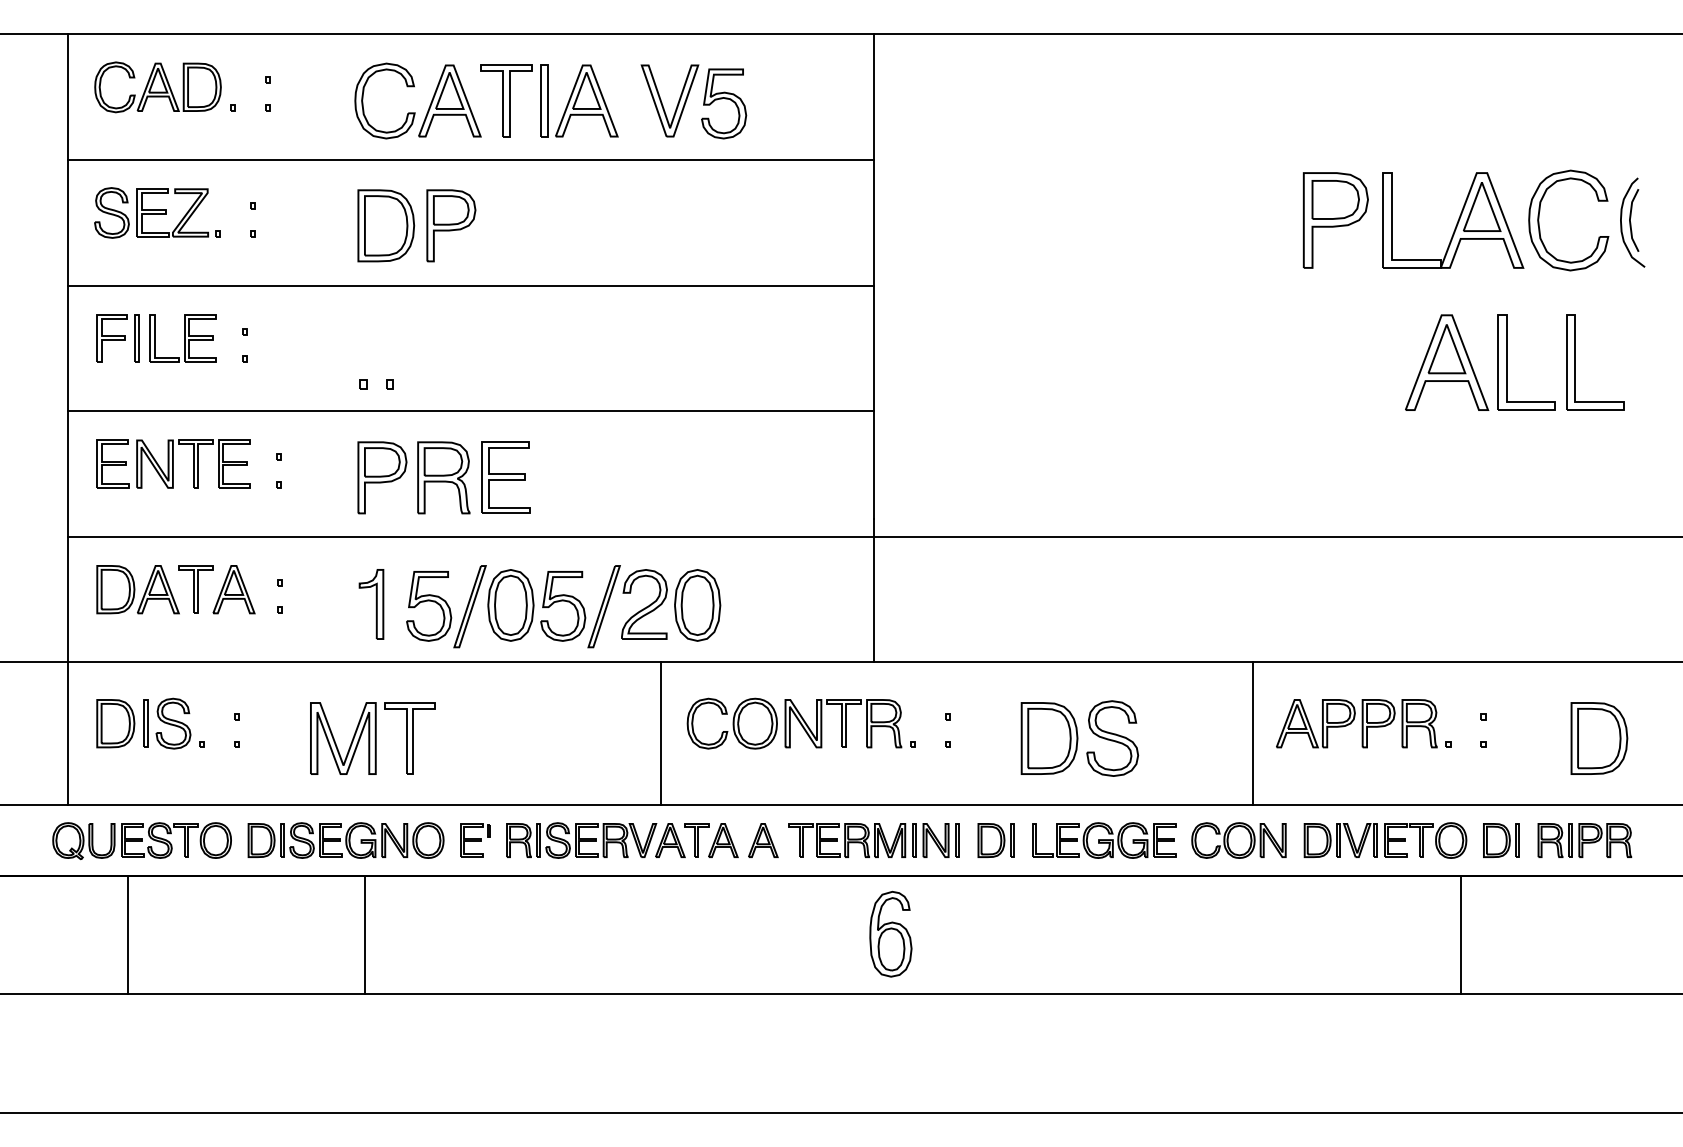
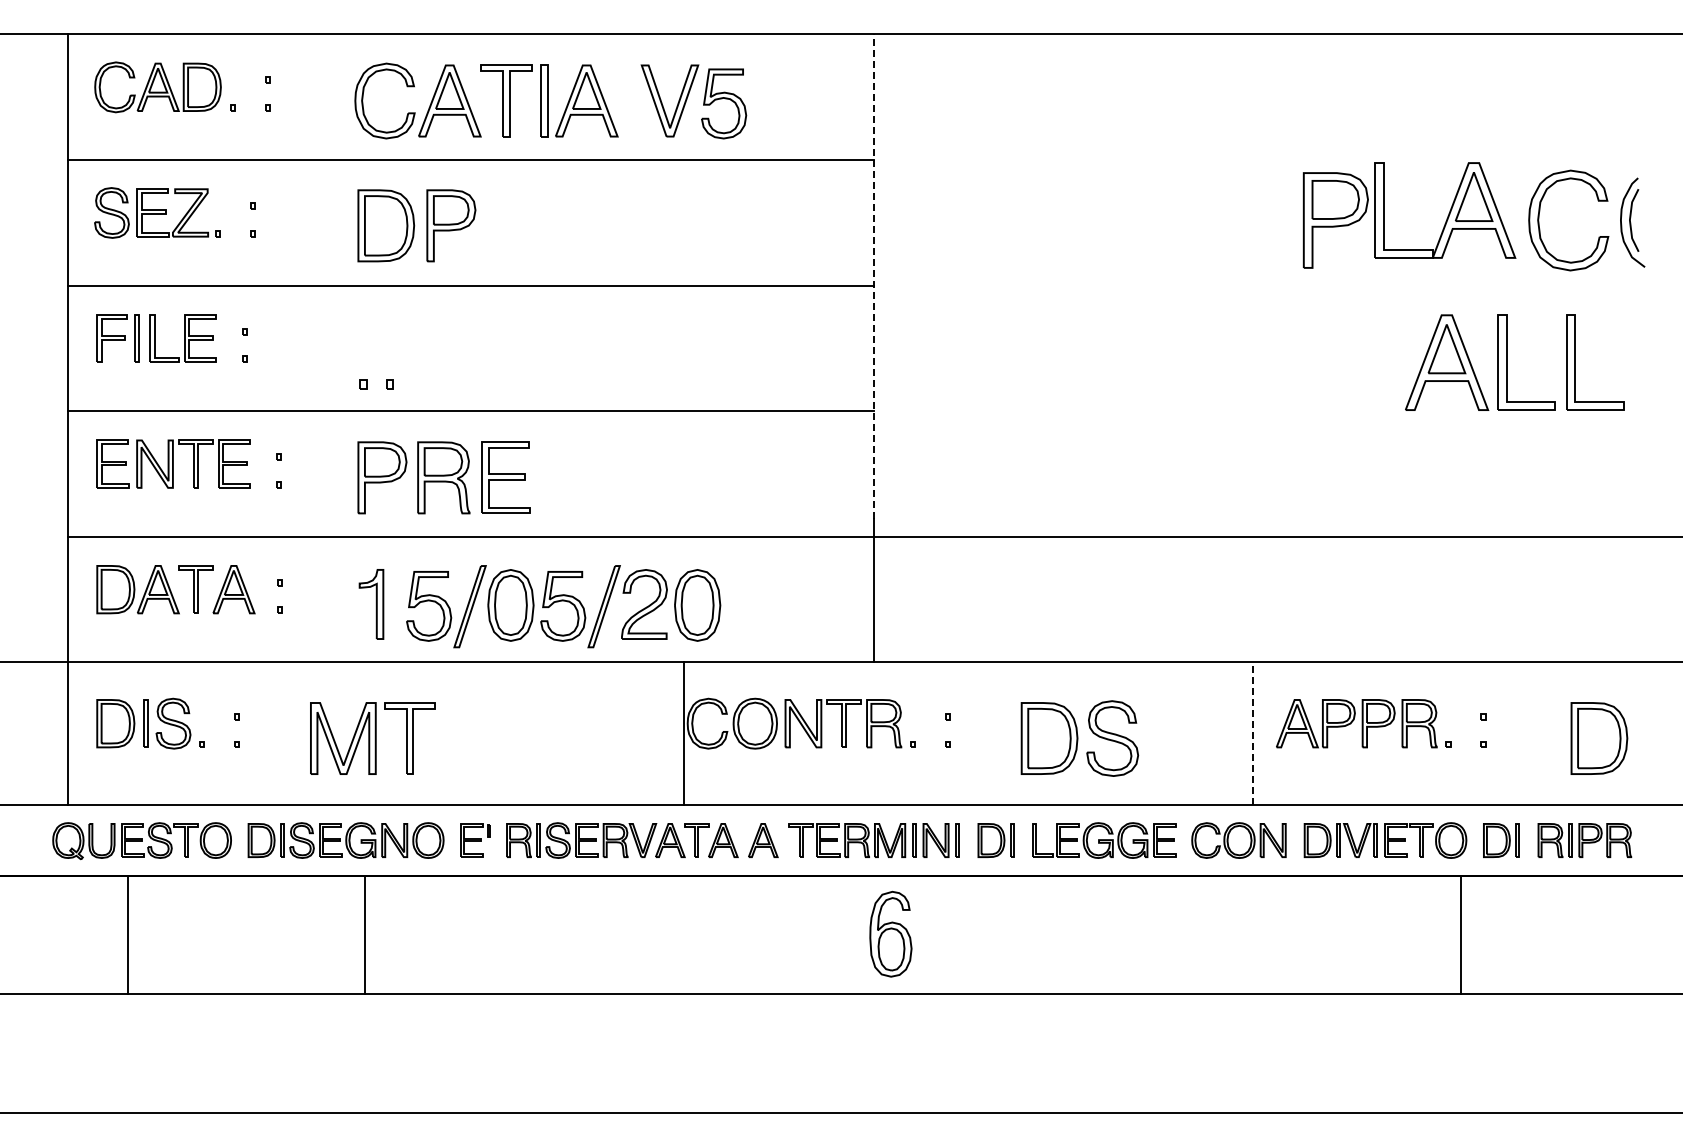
part at (1453, 220) position: (1453, 220) -> (1445, 210)
line at (874, 276): solid -> dashed
line at (1253, 732): solid -> dashed
line at (660, 733) position: (660, 733) -> (683, 733)
